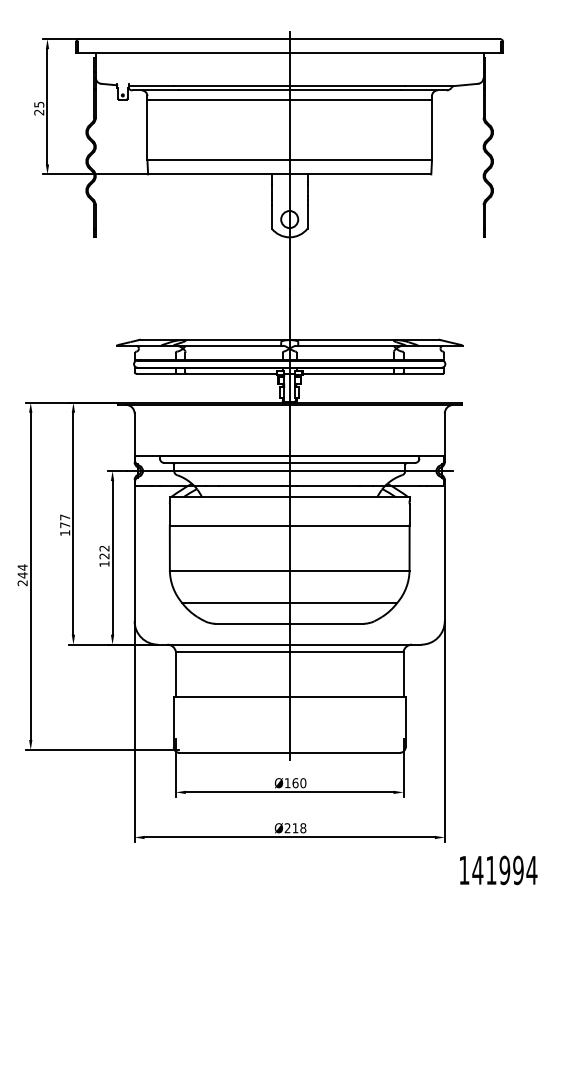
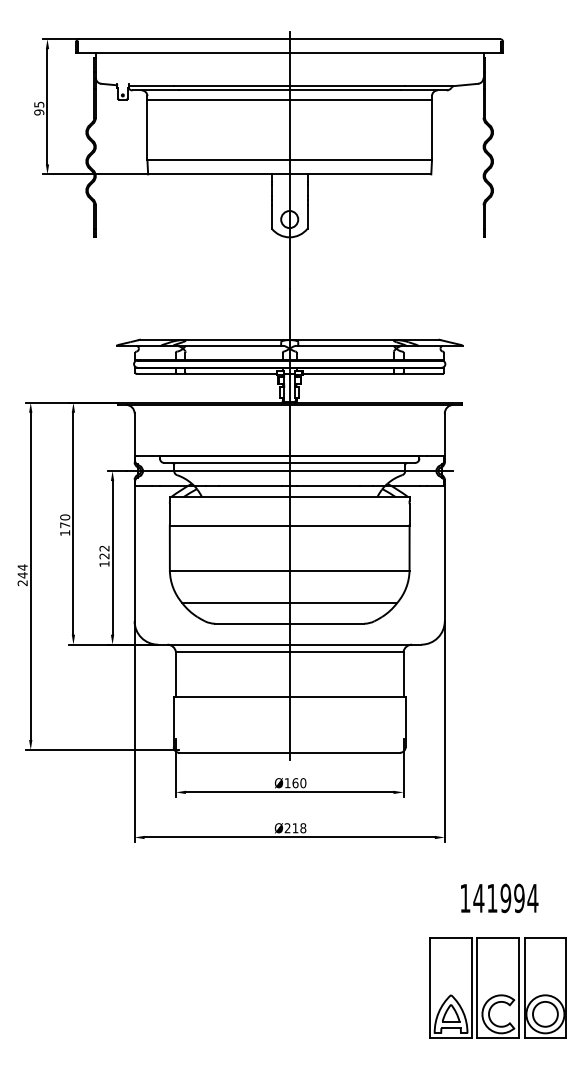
text at (39, 112): 25 -> 95
text at (65, 517): 177 -> 170
text at (498, 870) position: (498, 870) -> (499, 898)
part at (497, 987): none -> present
